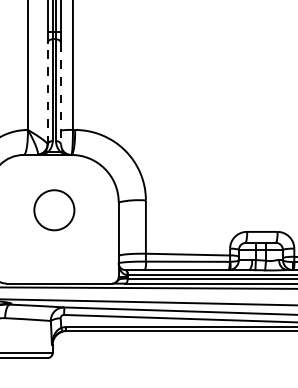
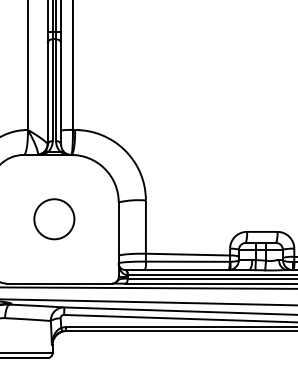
line at (47, 93): dashed -> solid
line at (61, 93): dashed -> solid
circle at (54, 210) position: (54, 210) -> (54, 219)
